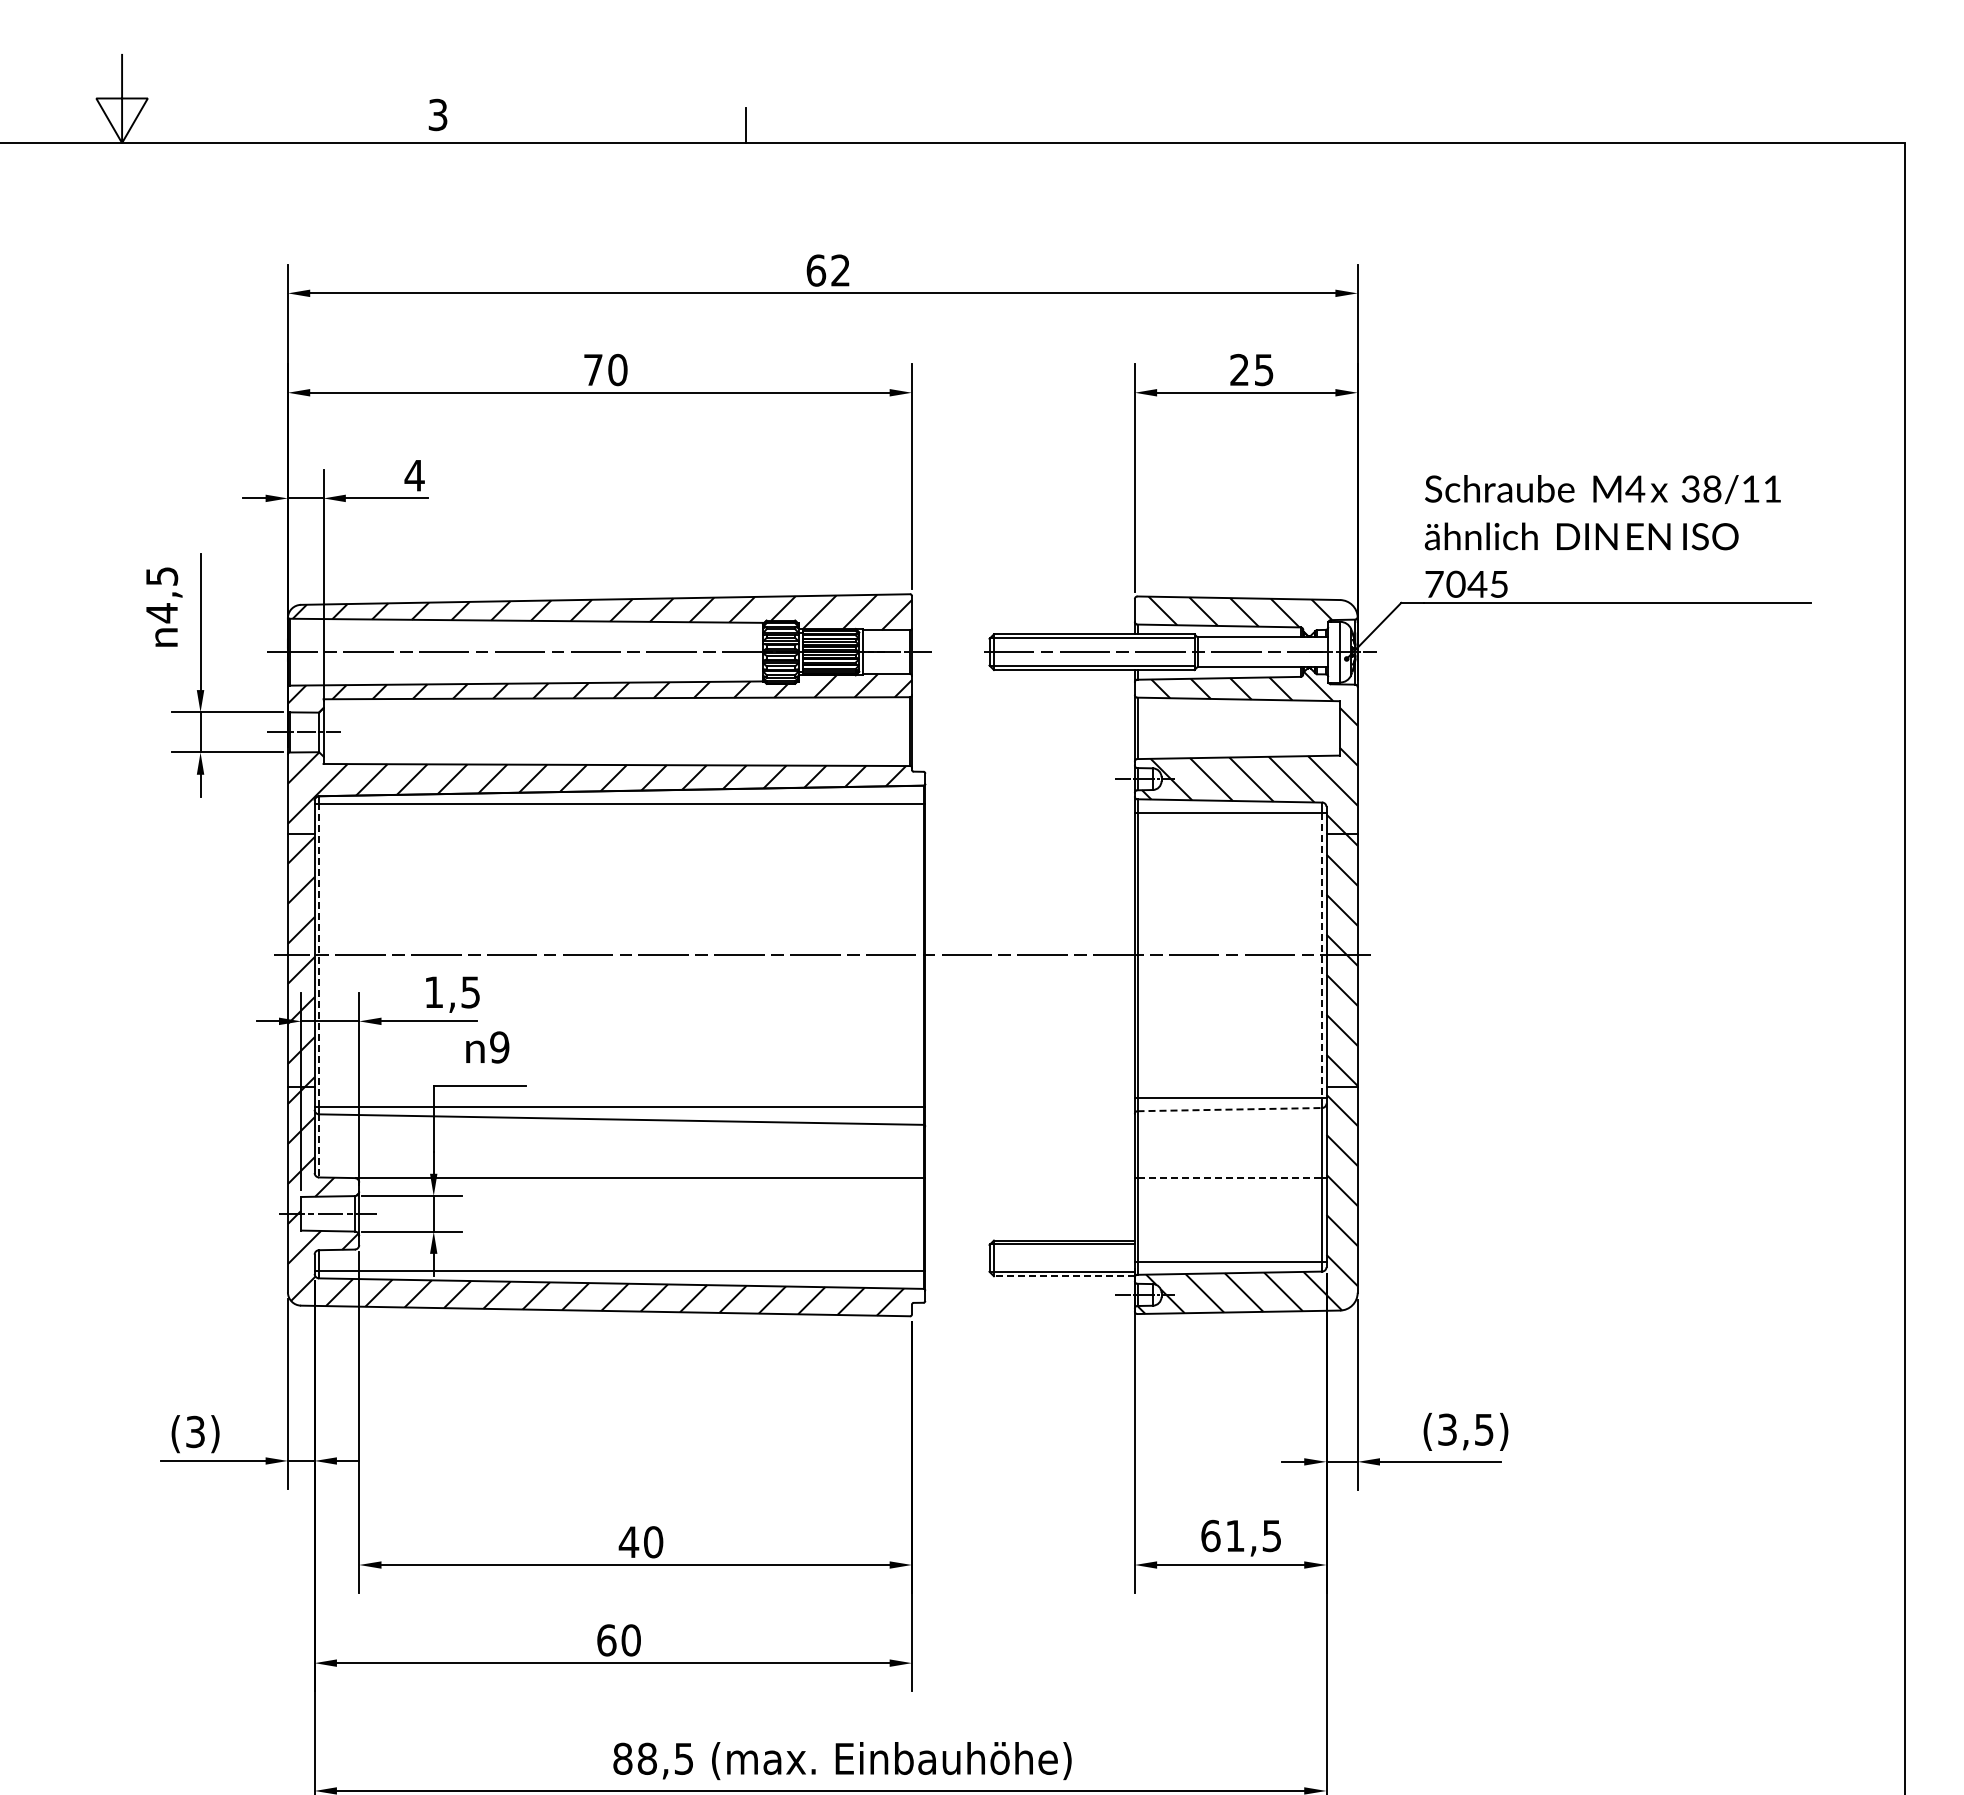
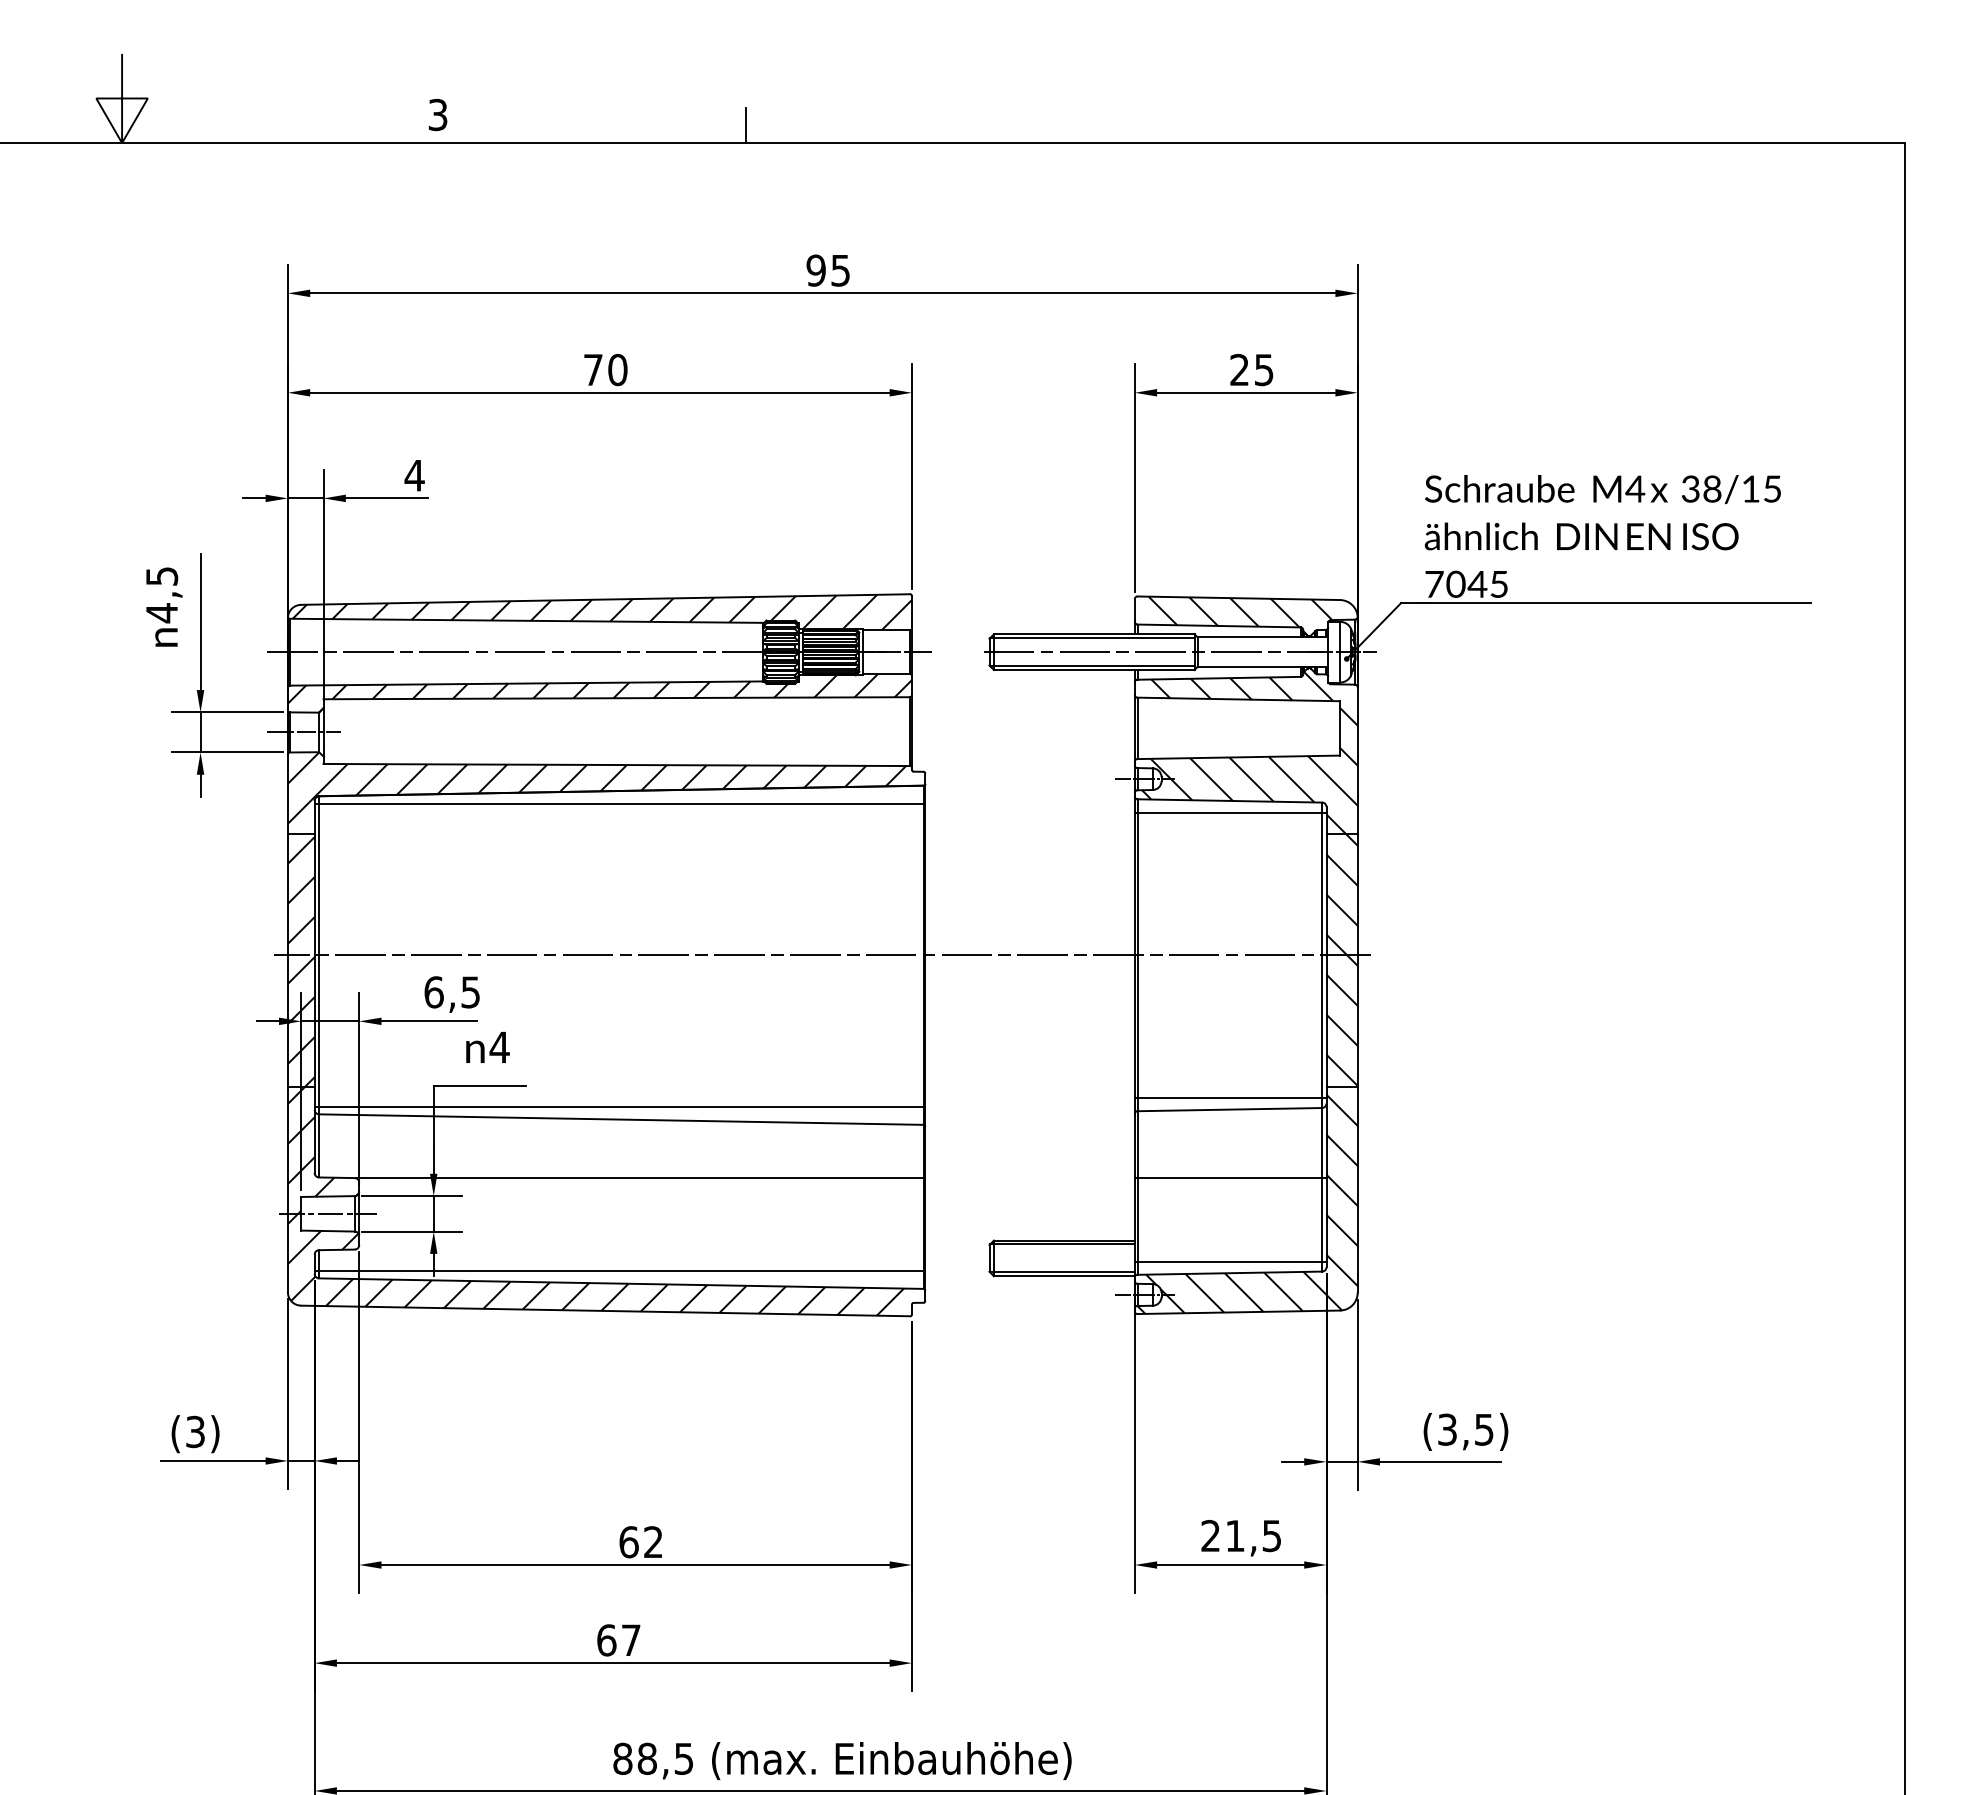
text at (827, 270): 62 -> 95
text at (1772, 488): 38/11 -> 38/15
line at (319, 955): dashed -> solid
line at (1322, 955): dashed -> solid
text at (433, 992): 1,5 -> 6,5
text at (499, 1047): 9 -> 4
line at (1230, 1109): dashed -> solid
line at (319, 1145): dashed -> solid
line at (1230, 1178): dashed -> solid
line at (1063, 1276): dashed -> solid
text at (1210, 1535): 61,5 -> 21,5
text at (640, 1542): 40 -> 62
text at (630, 1640): 60 -> 67
